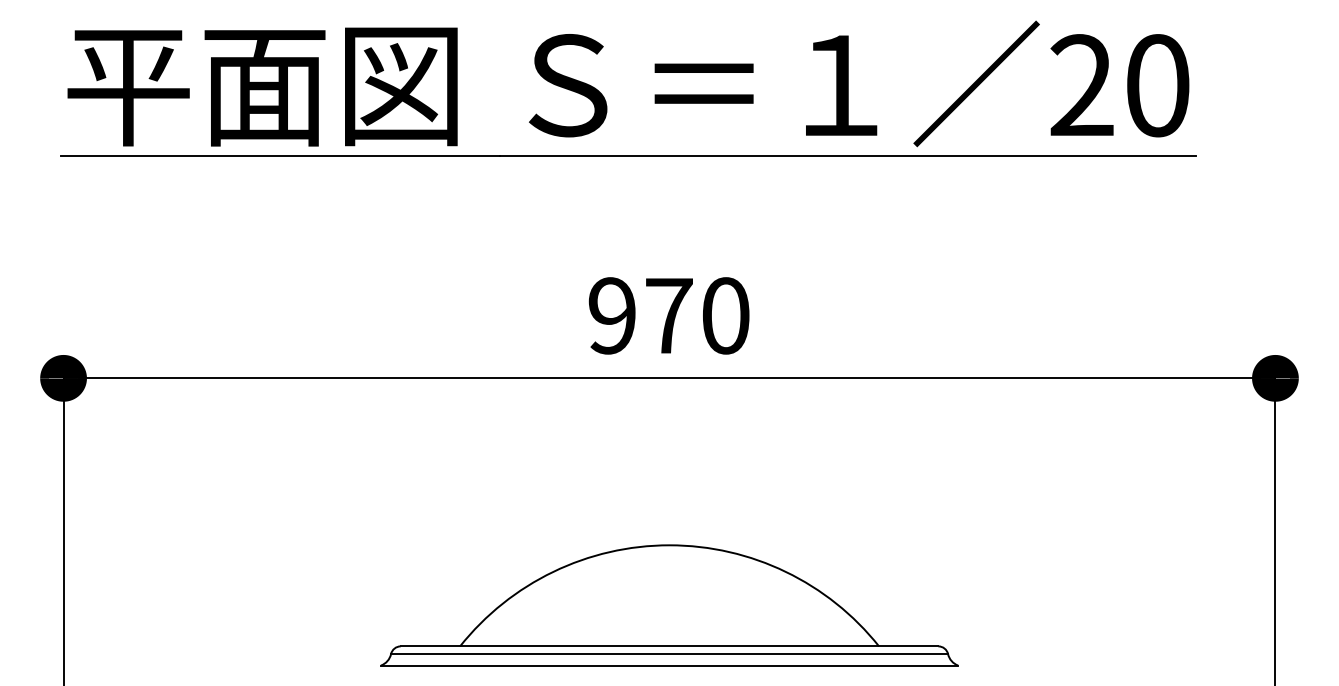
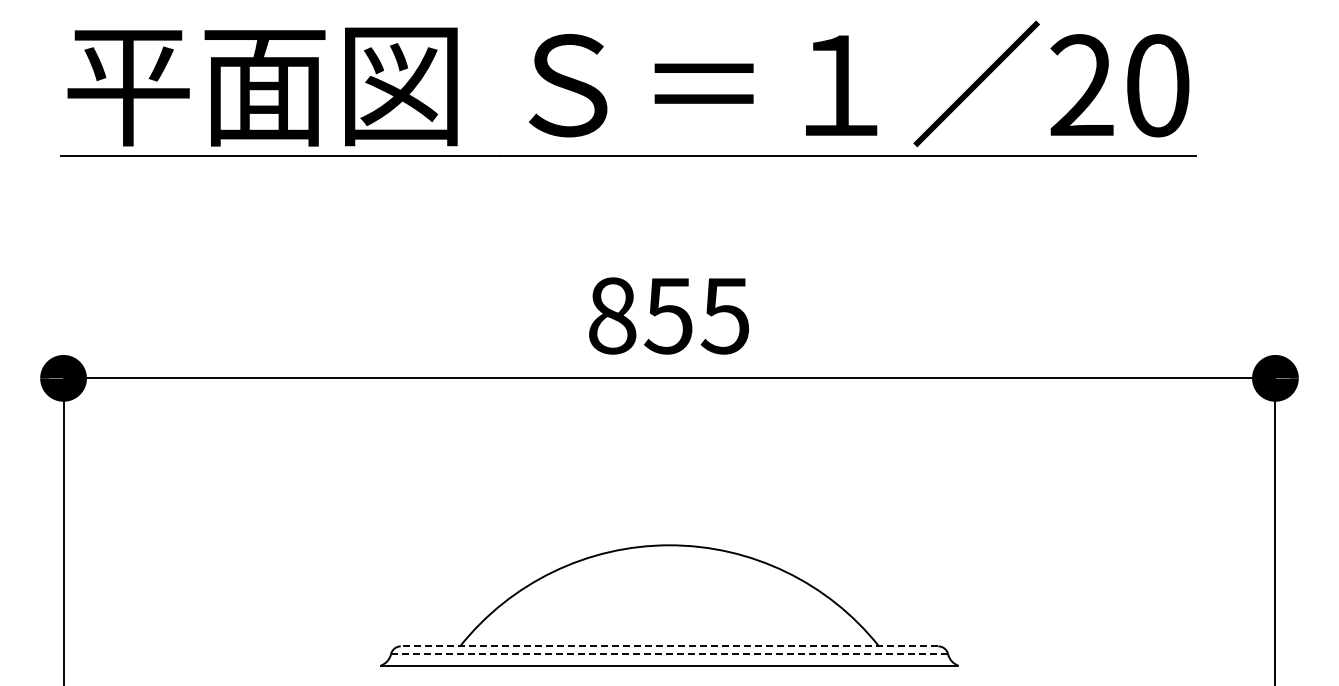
text at (668, 315): 970 -> 855
line at (669, 646): solid -> dashed
line at (669, 654): solid -> dashed
